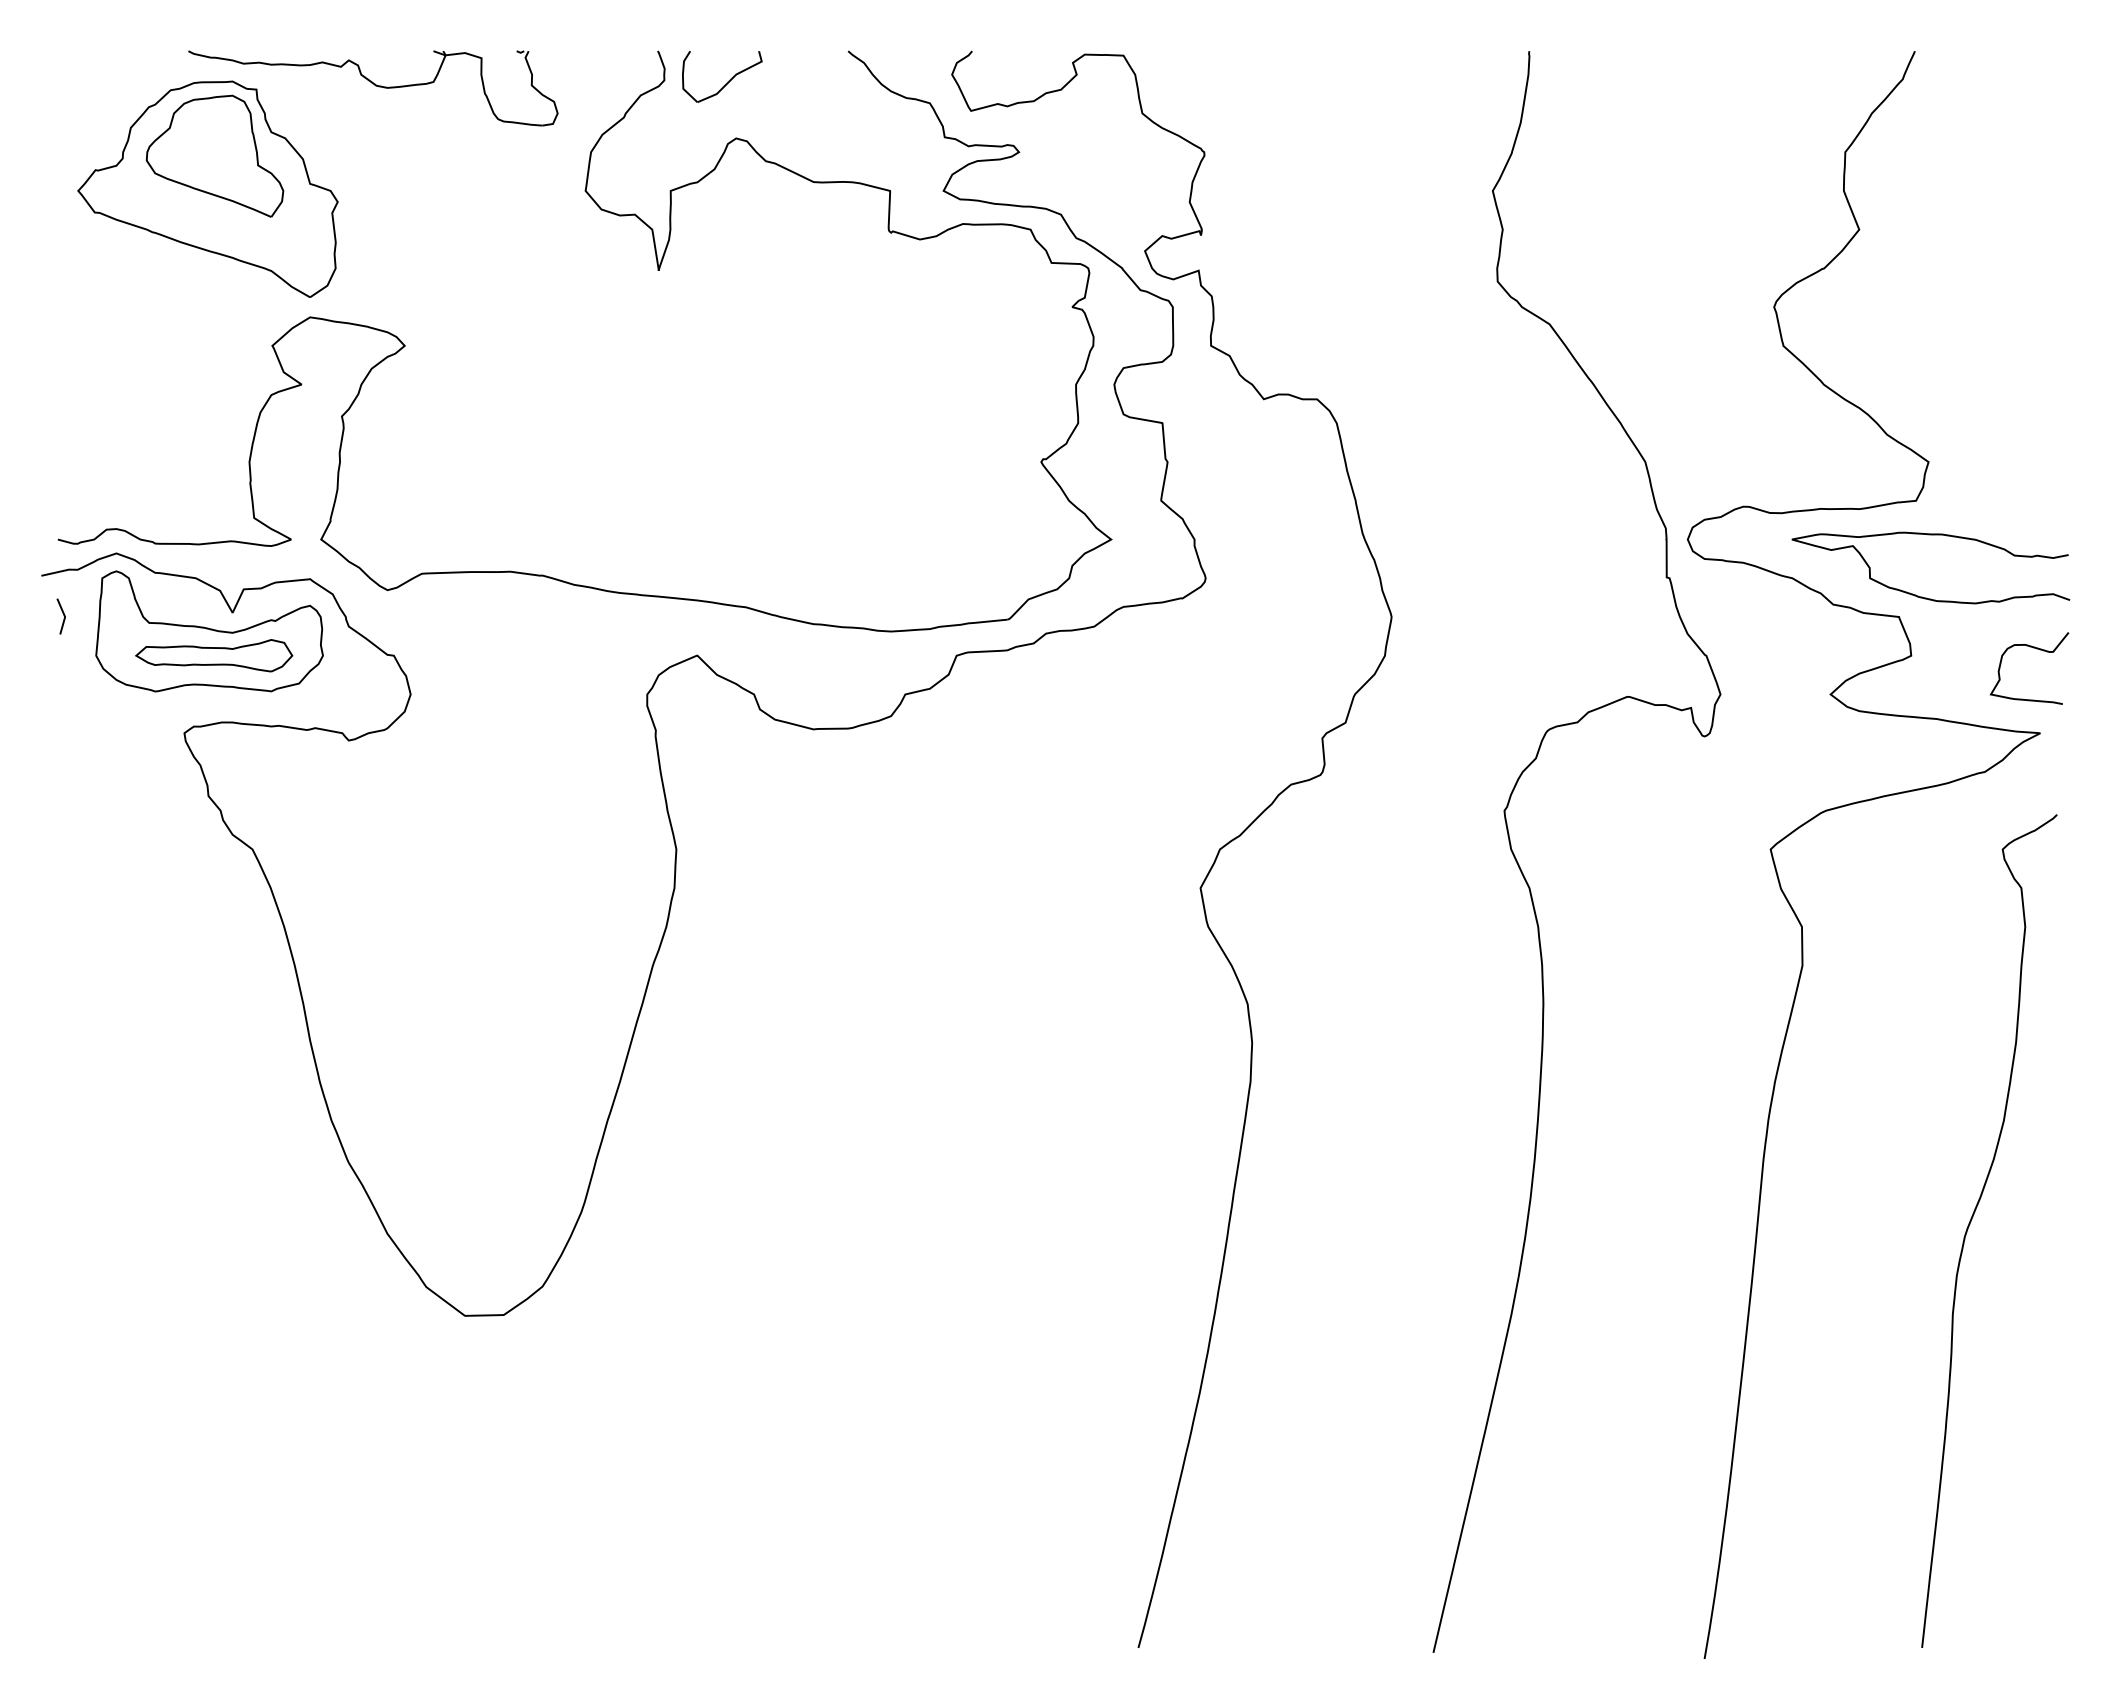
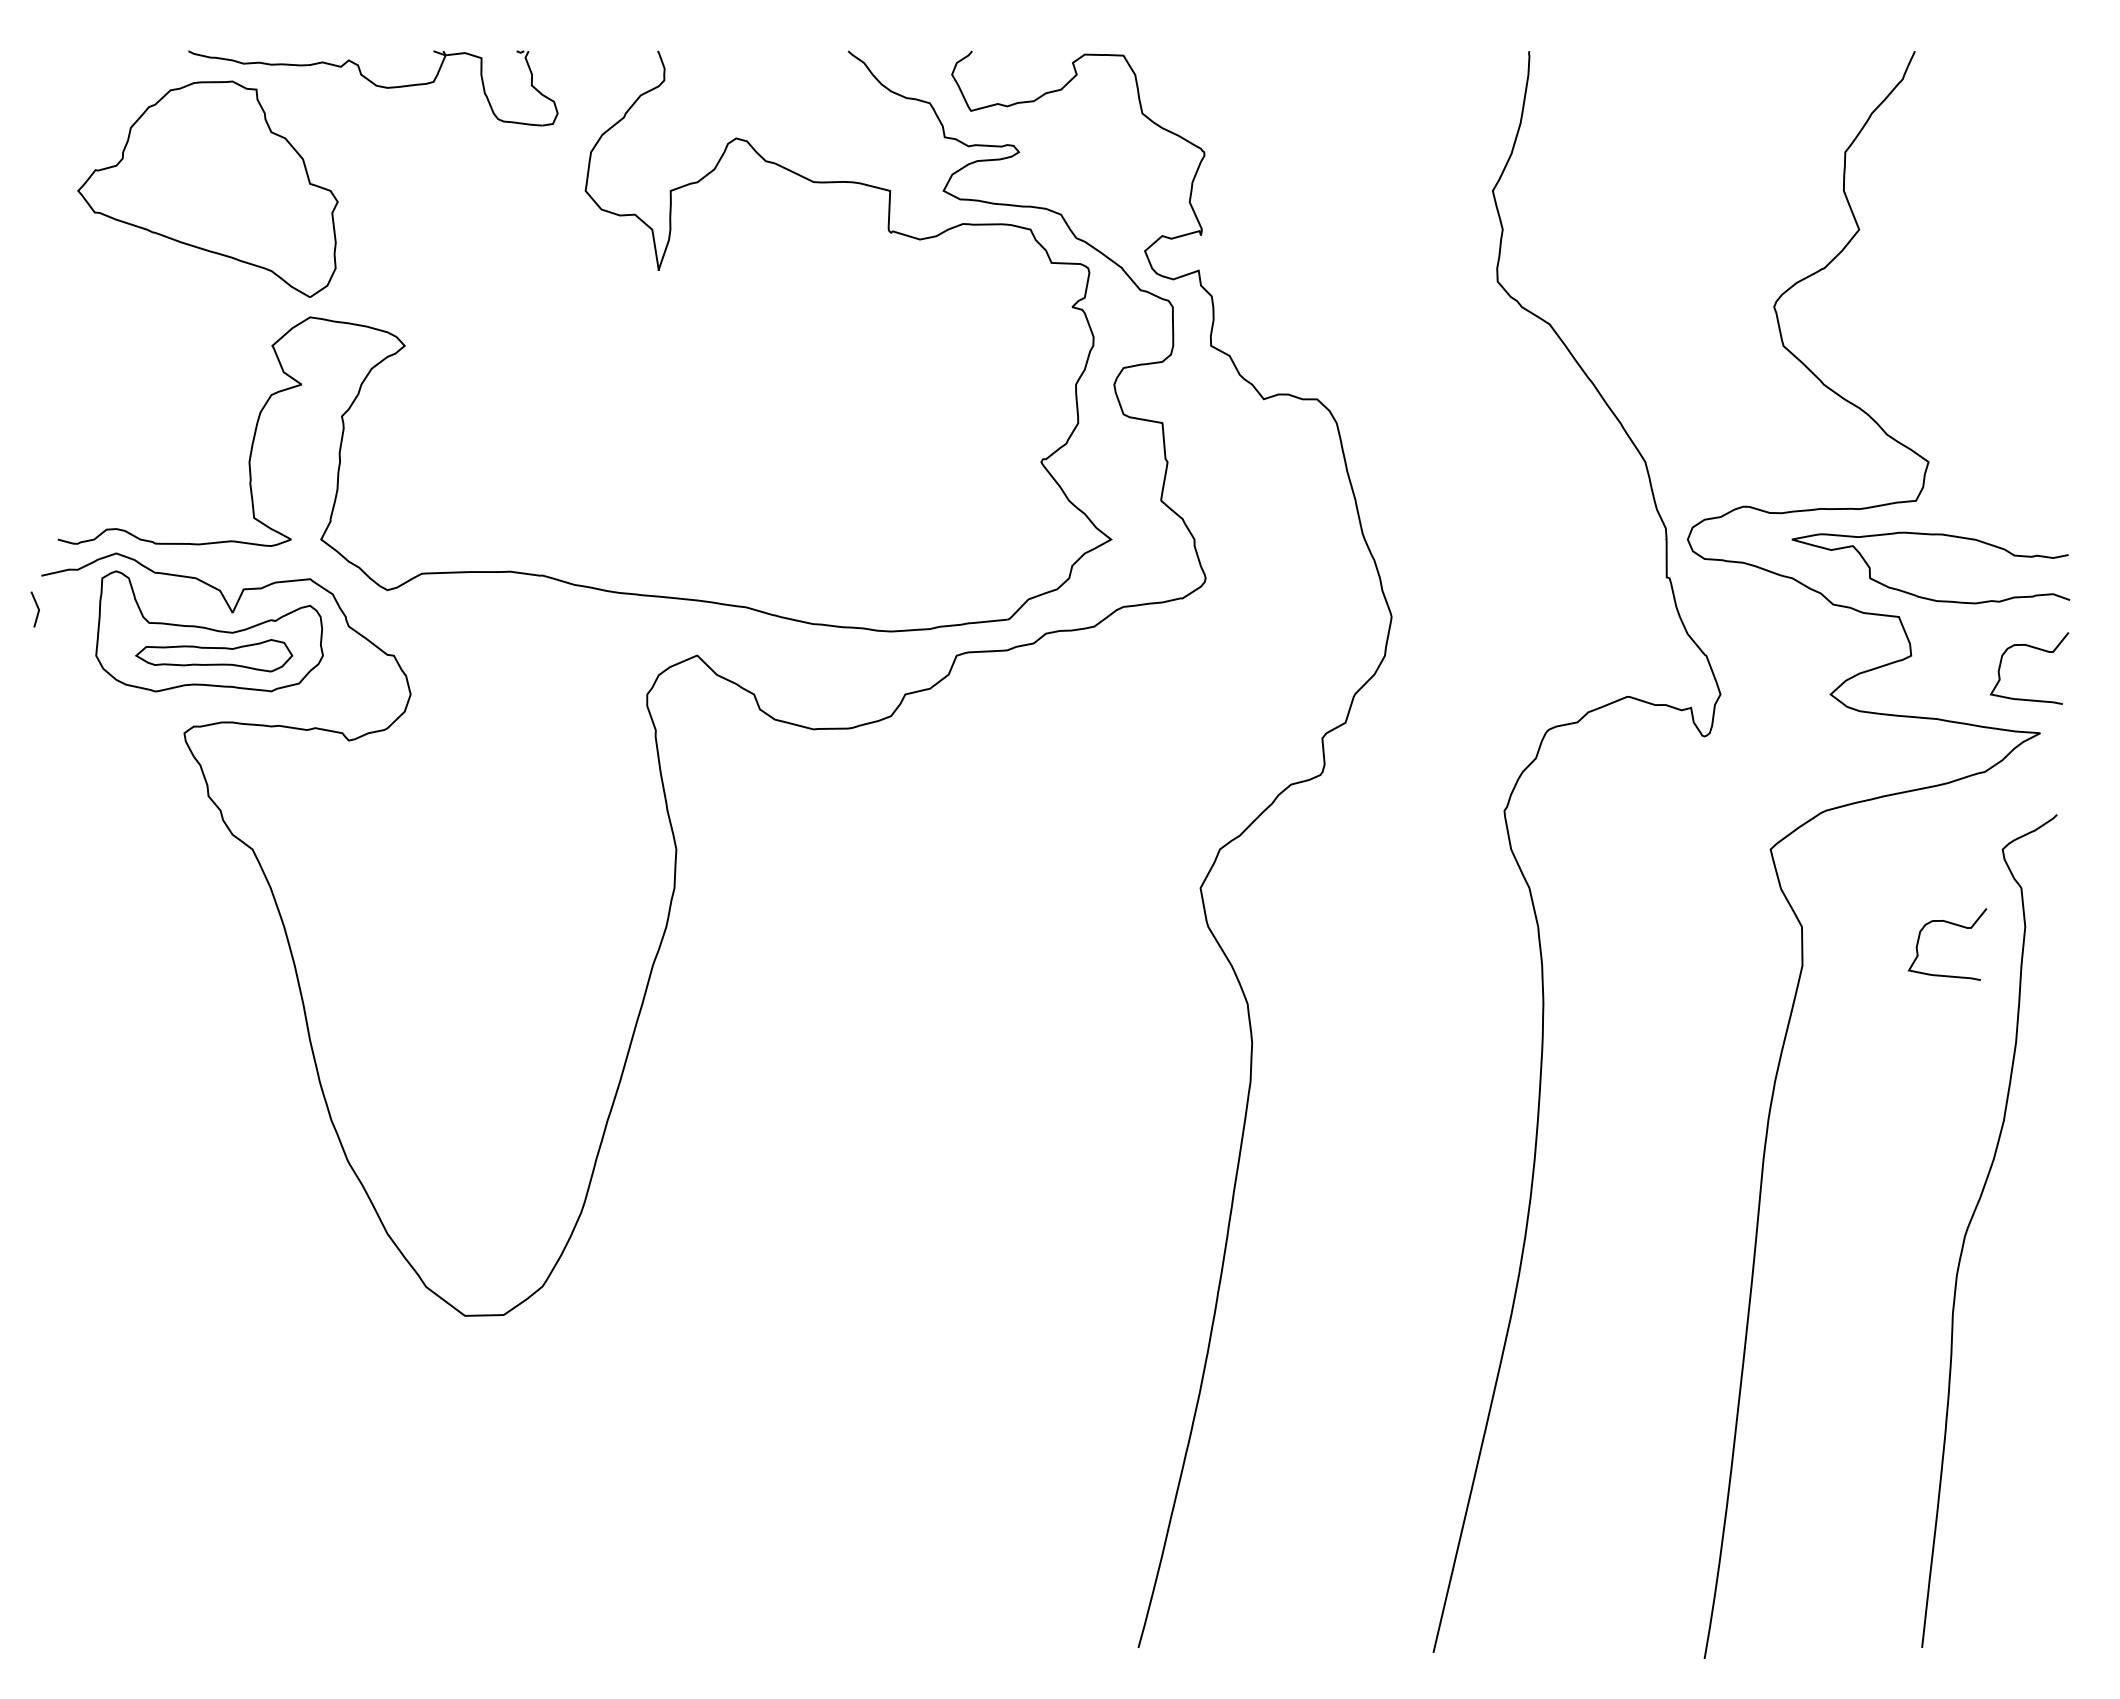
part at (727, 81): present -> none
part at (214, 155): present -> none
line at (63, 616) position: (63, 616) -> (37, 609)
curve at (1954, 925): none -> present
